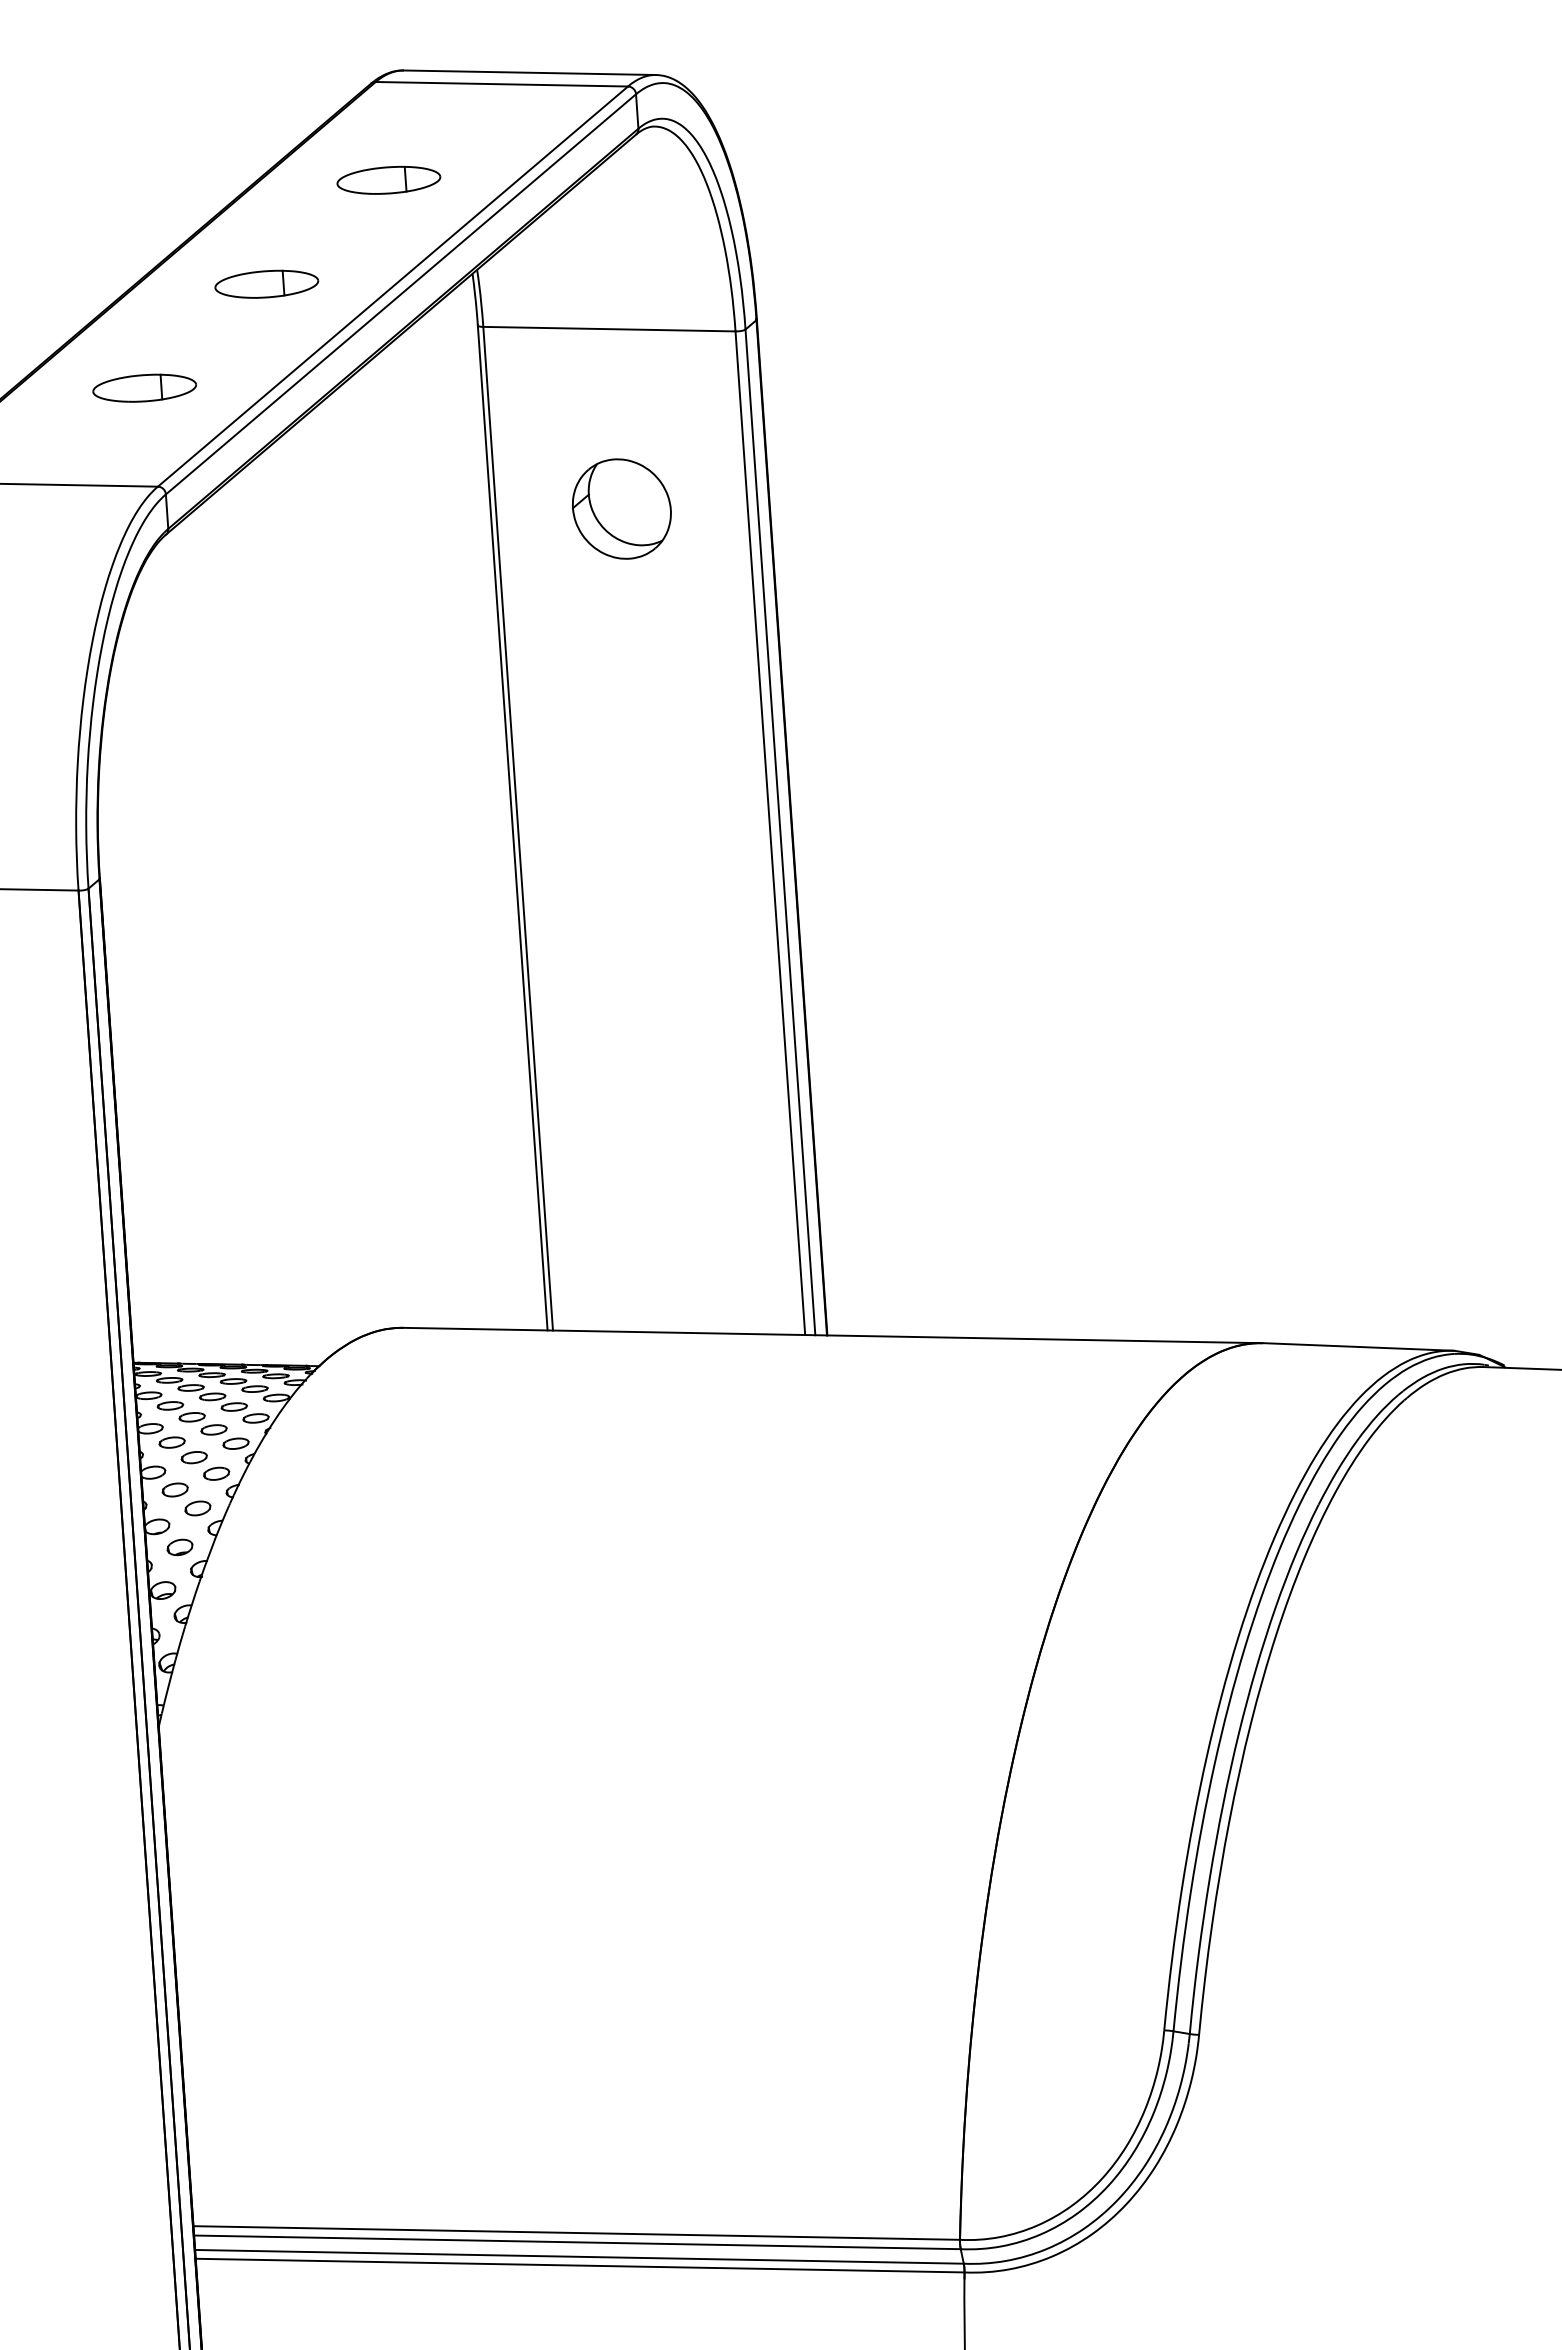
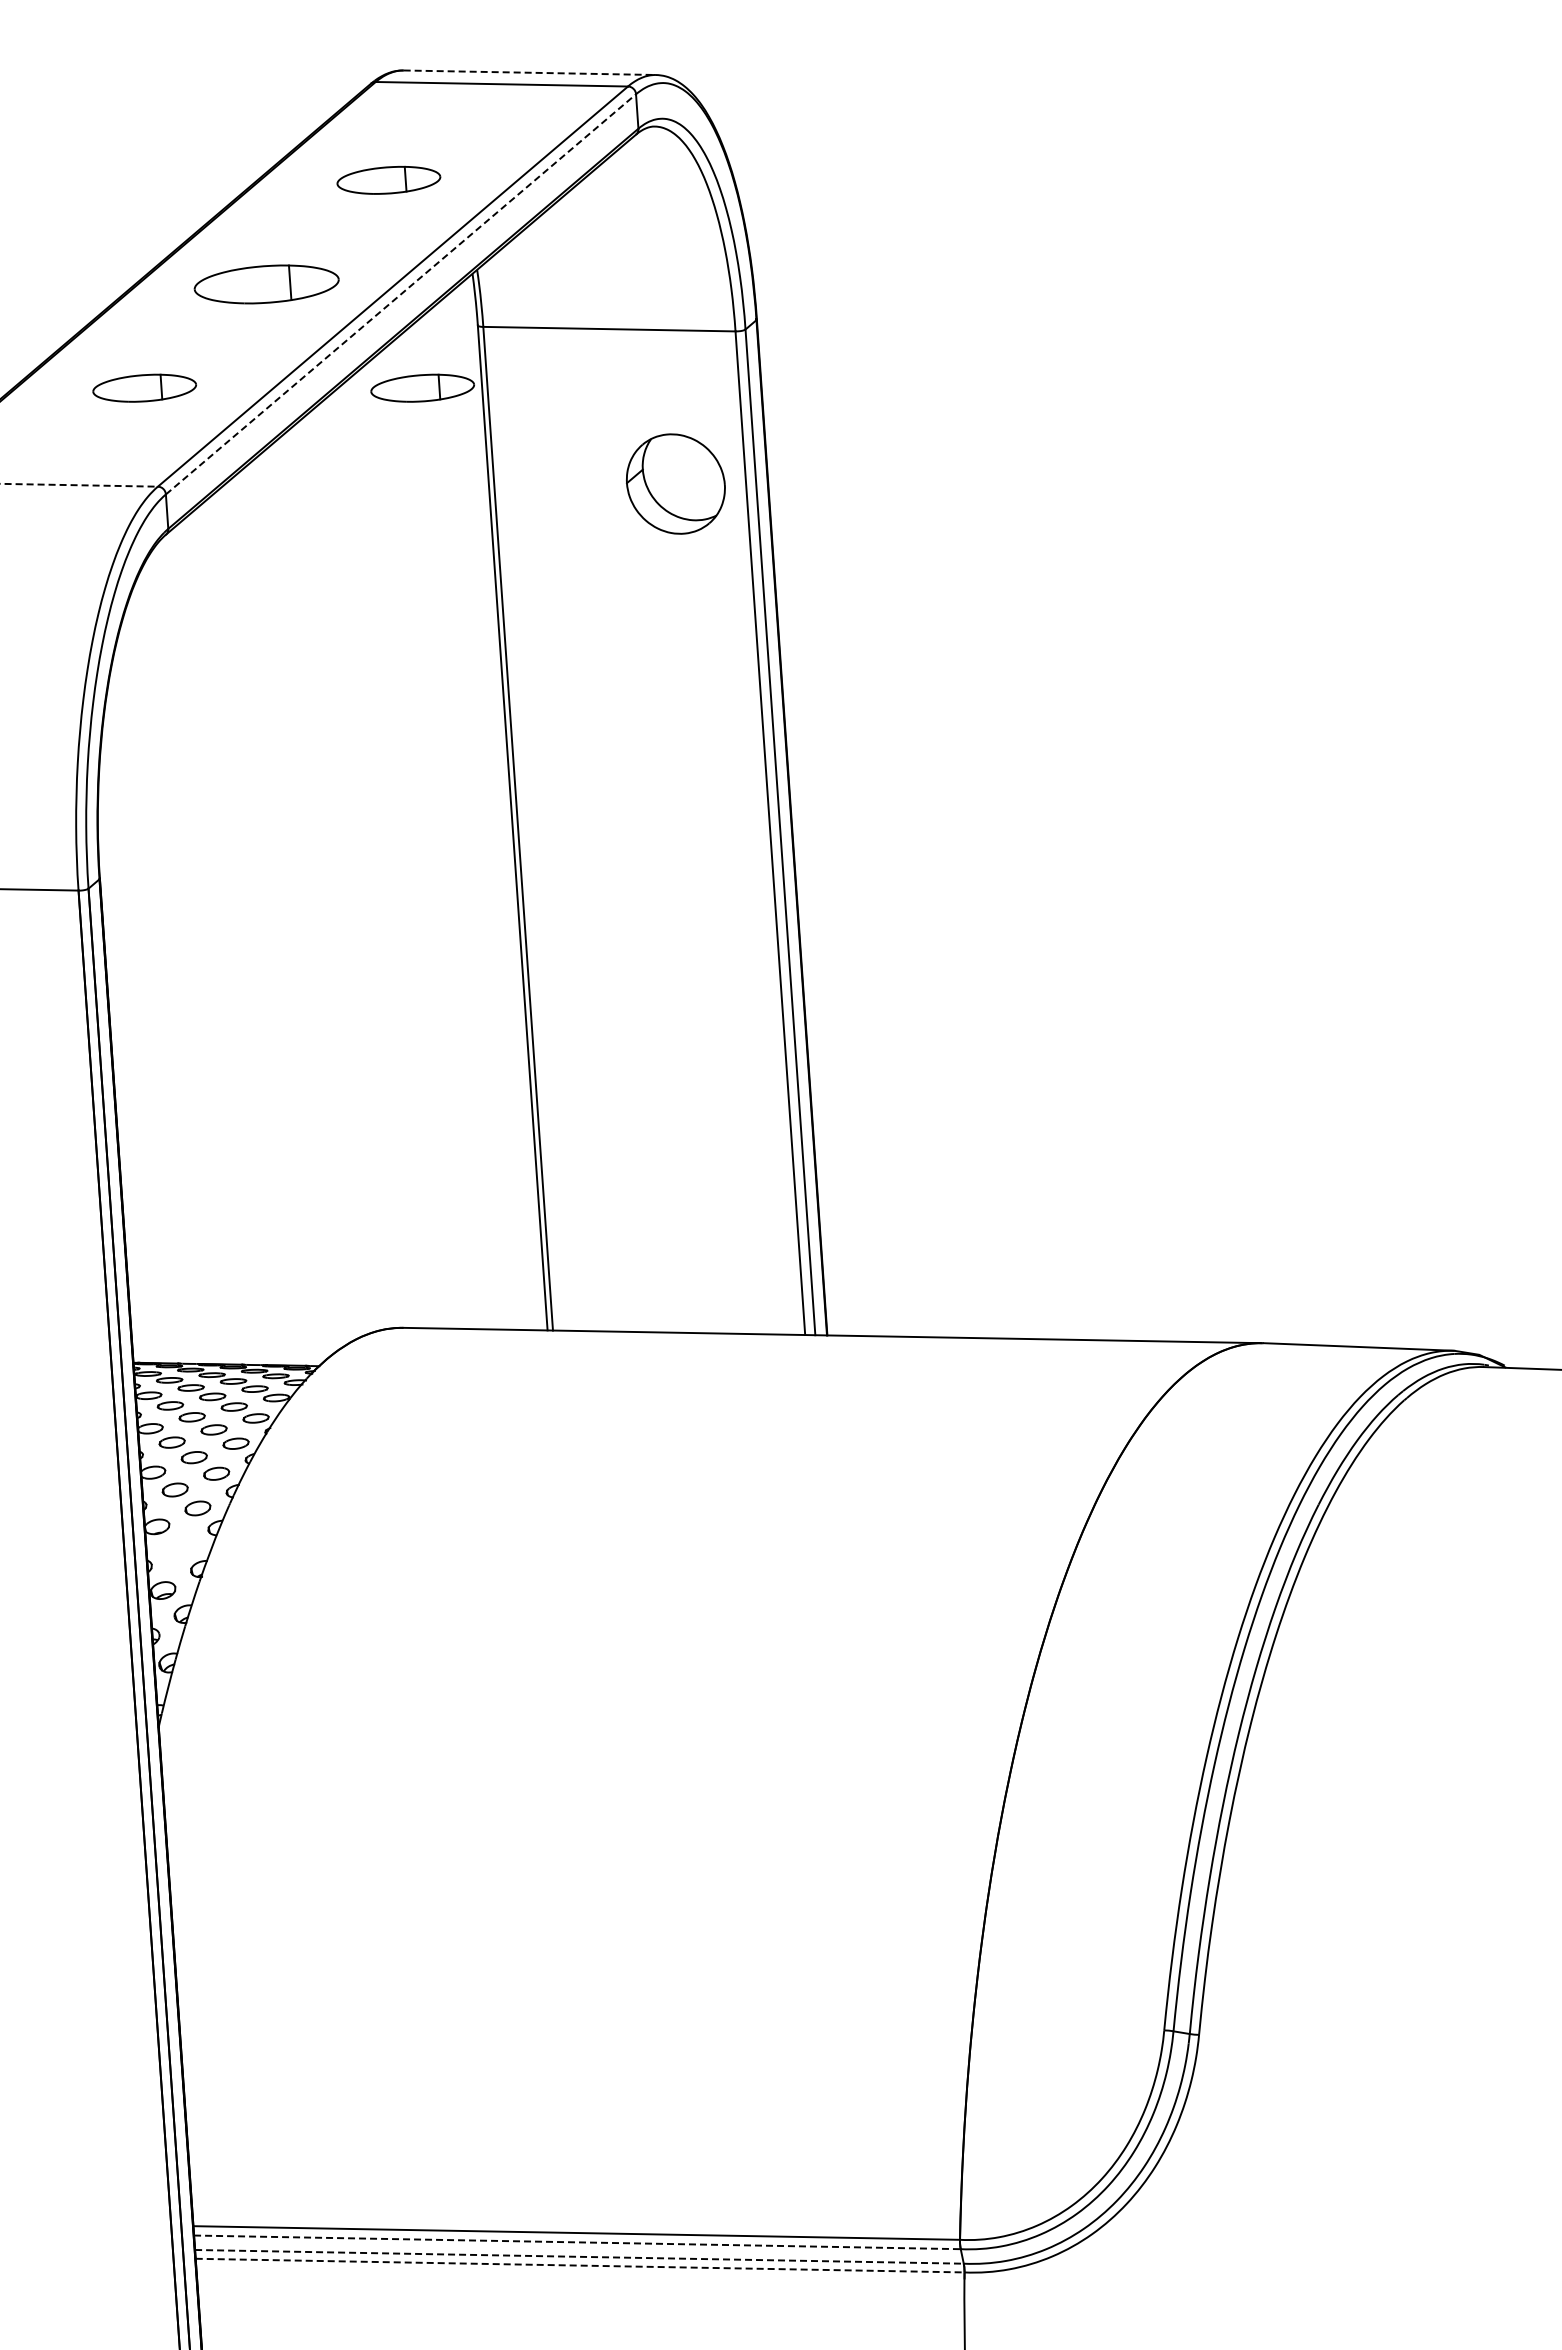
line at (530, 72): solid -> dashed
part at (266, 283) size: 106x30 px -> 147x41 px
line at (400, 294): solid -> dashed
part at (422, 387): none -> present
line at (79, 485): solid -> dashed
part at (621, 508) position: (621, 508) -> (675, 483)
part at (179, 1547): present -> none
line at (577, 2242): solid -> dashed
line at (579, 2256): solid -> dashed
line at (580, 2265): solid -> dashed
